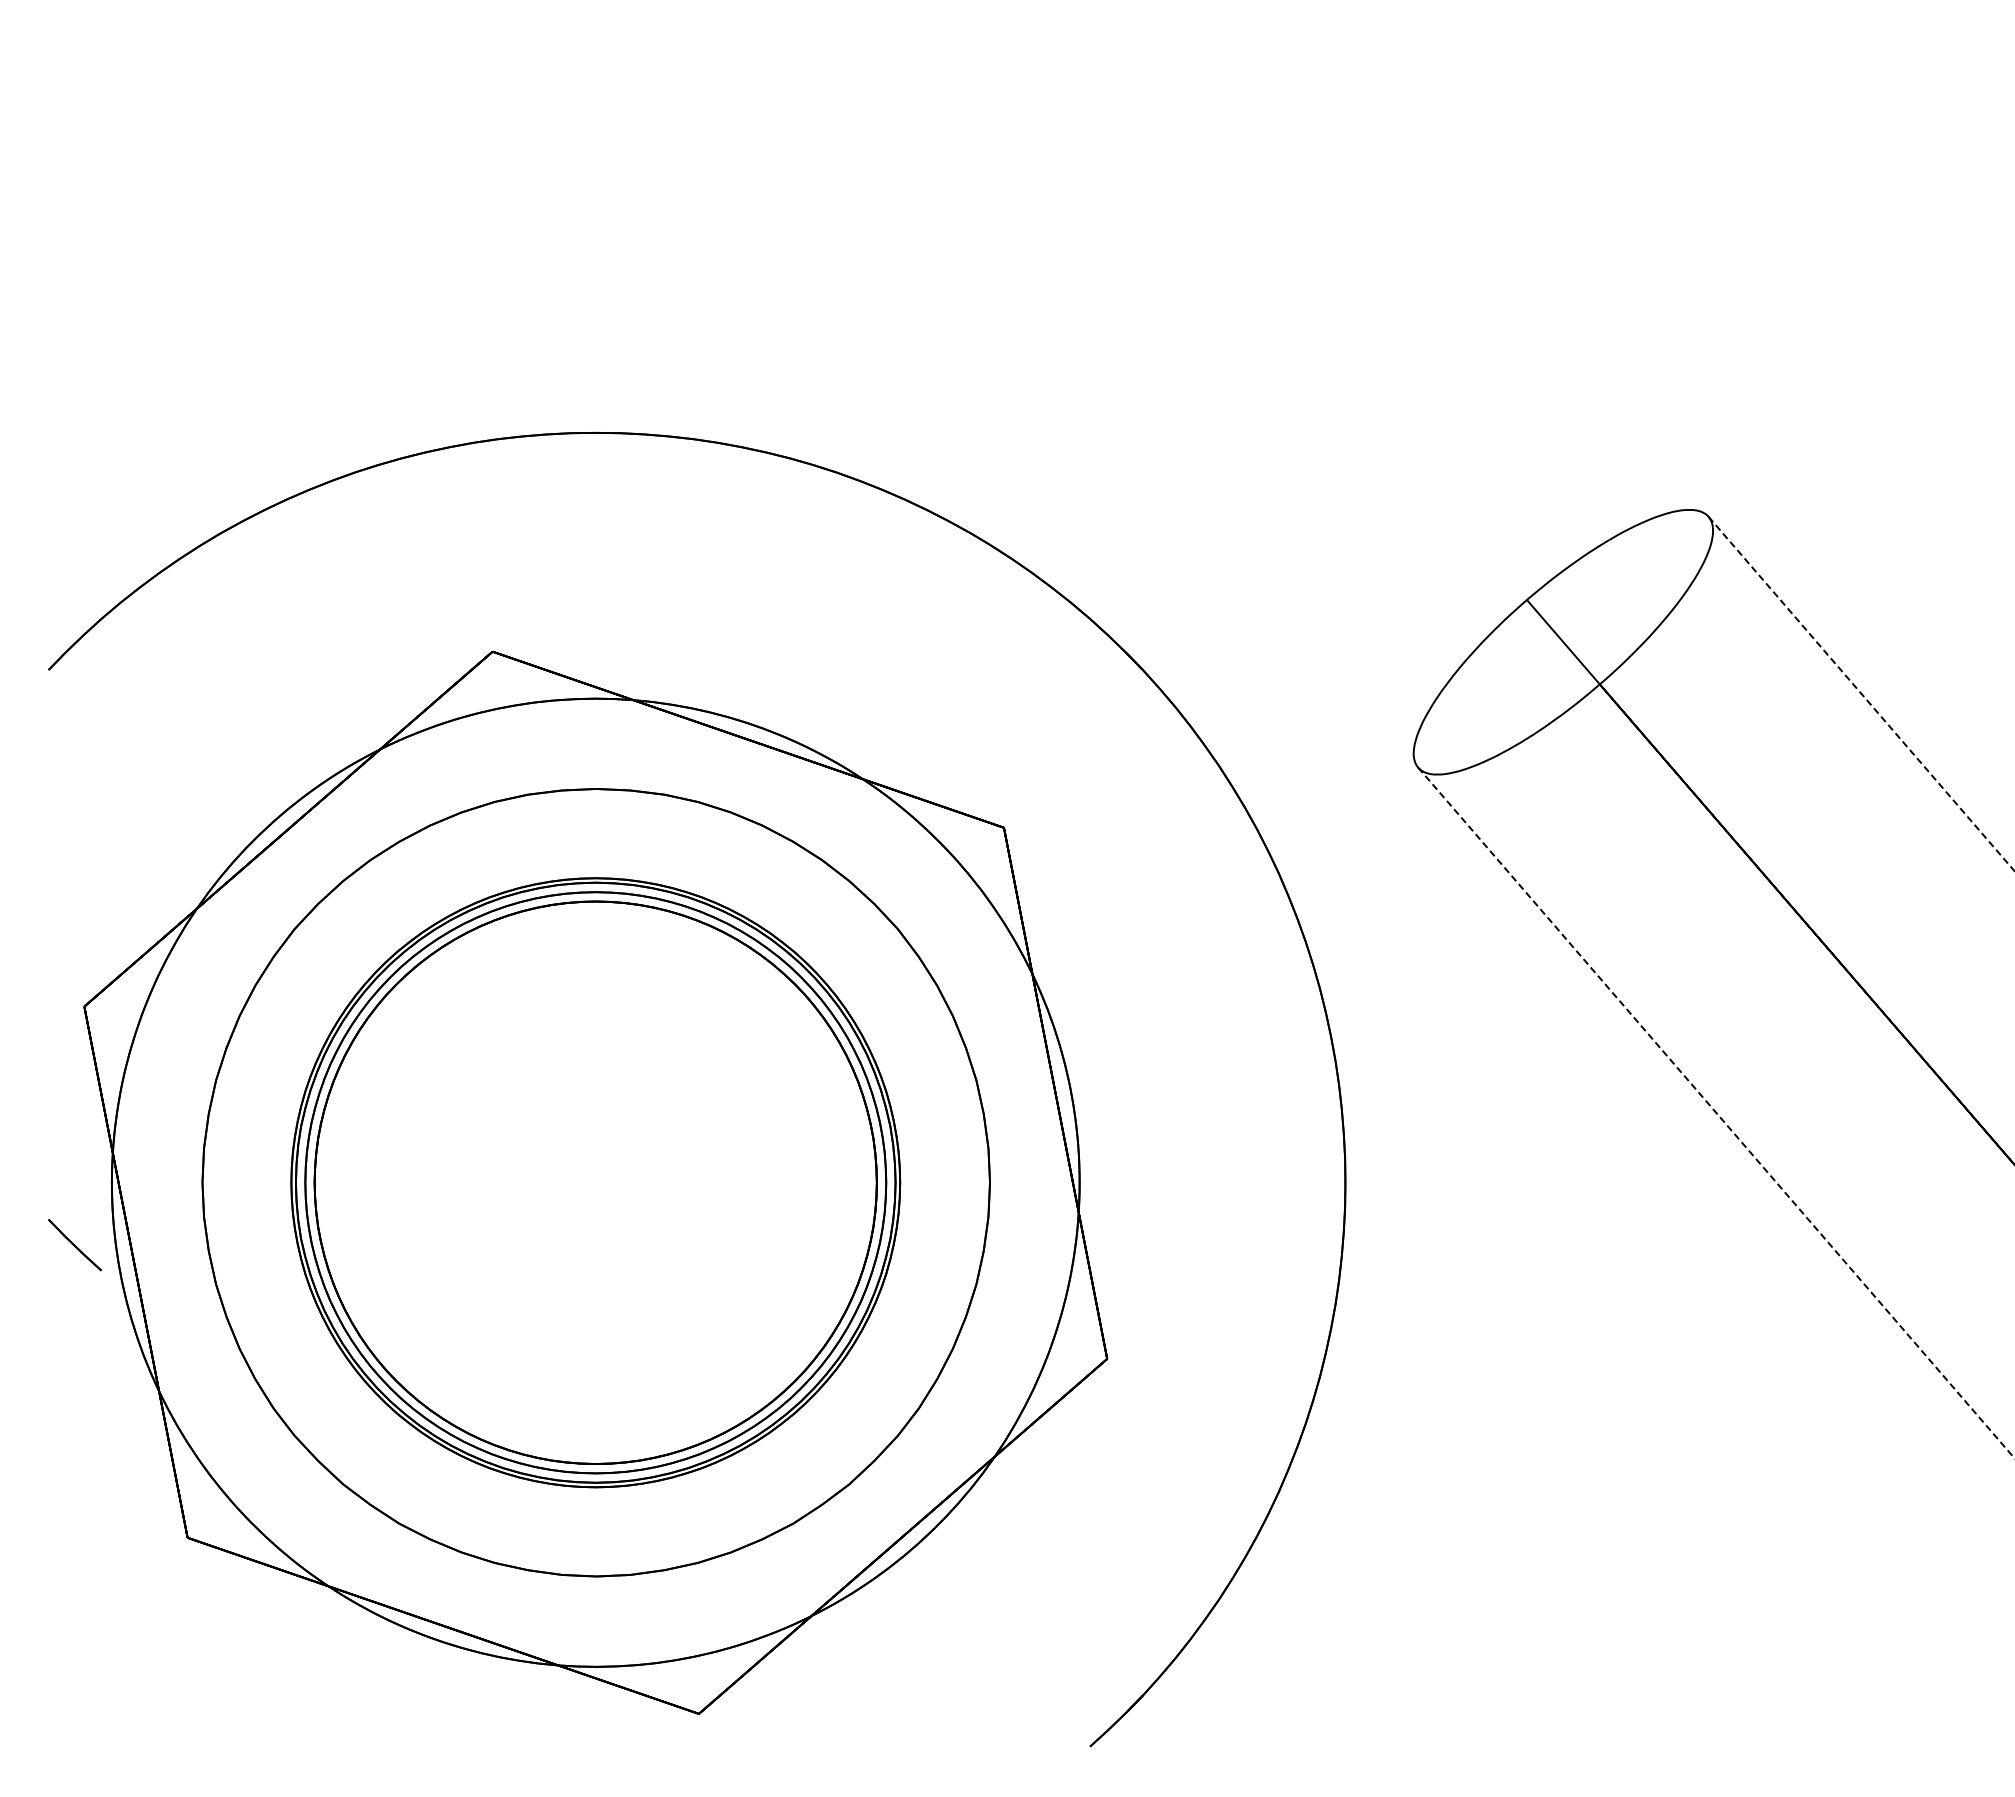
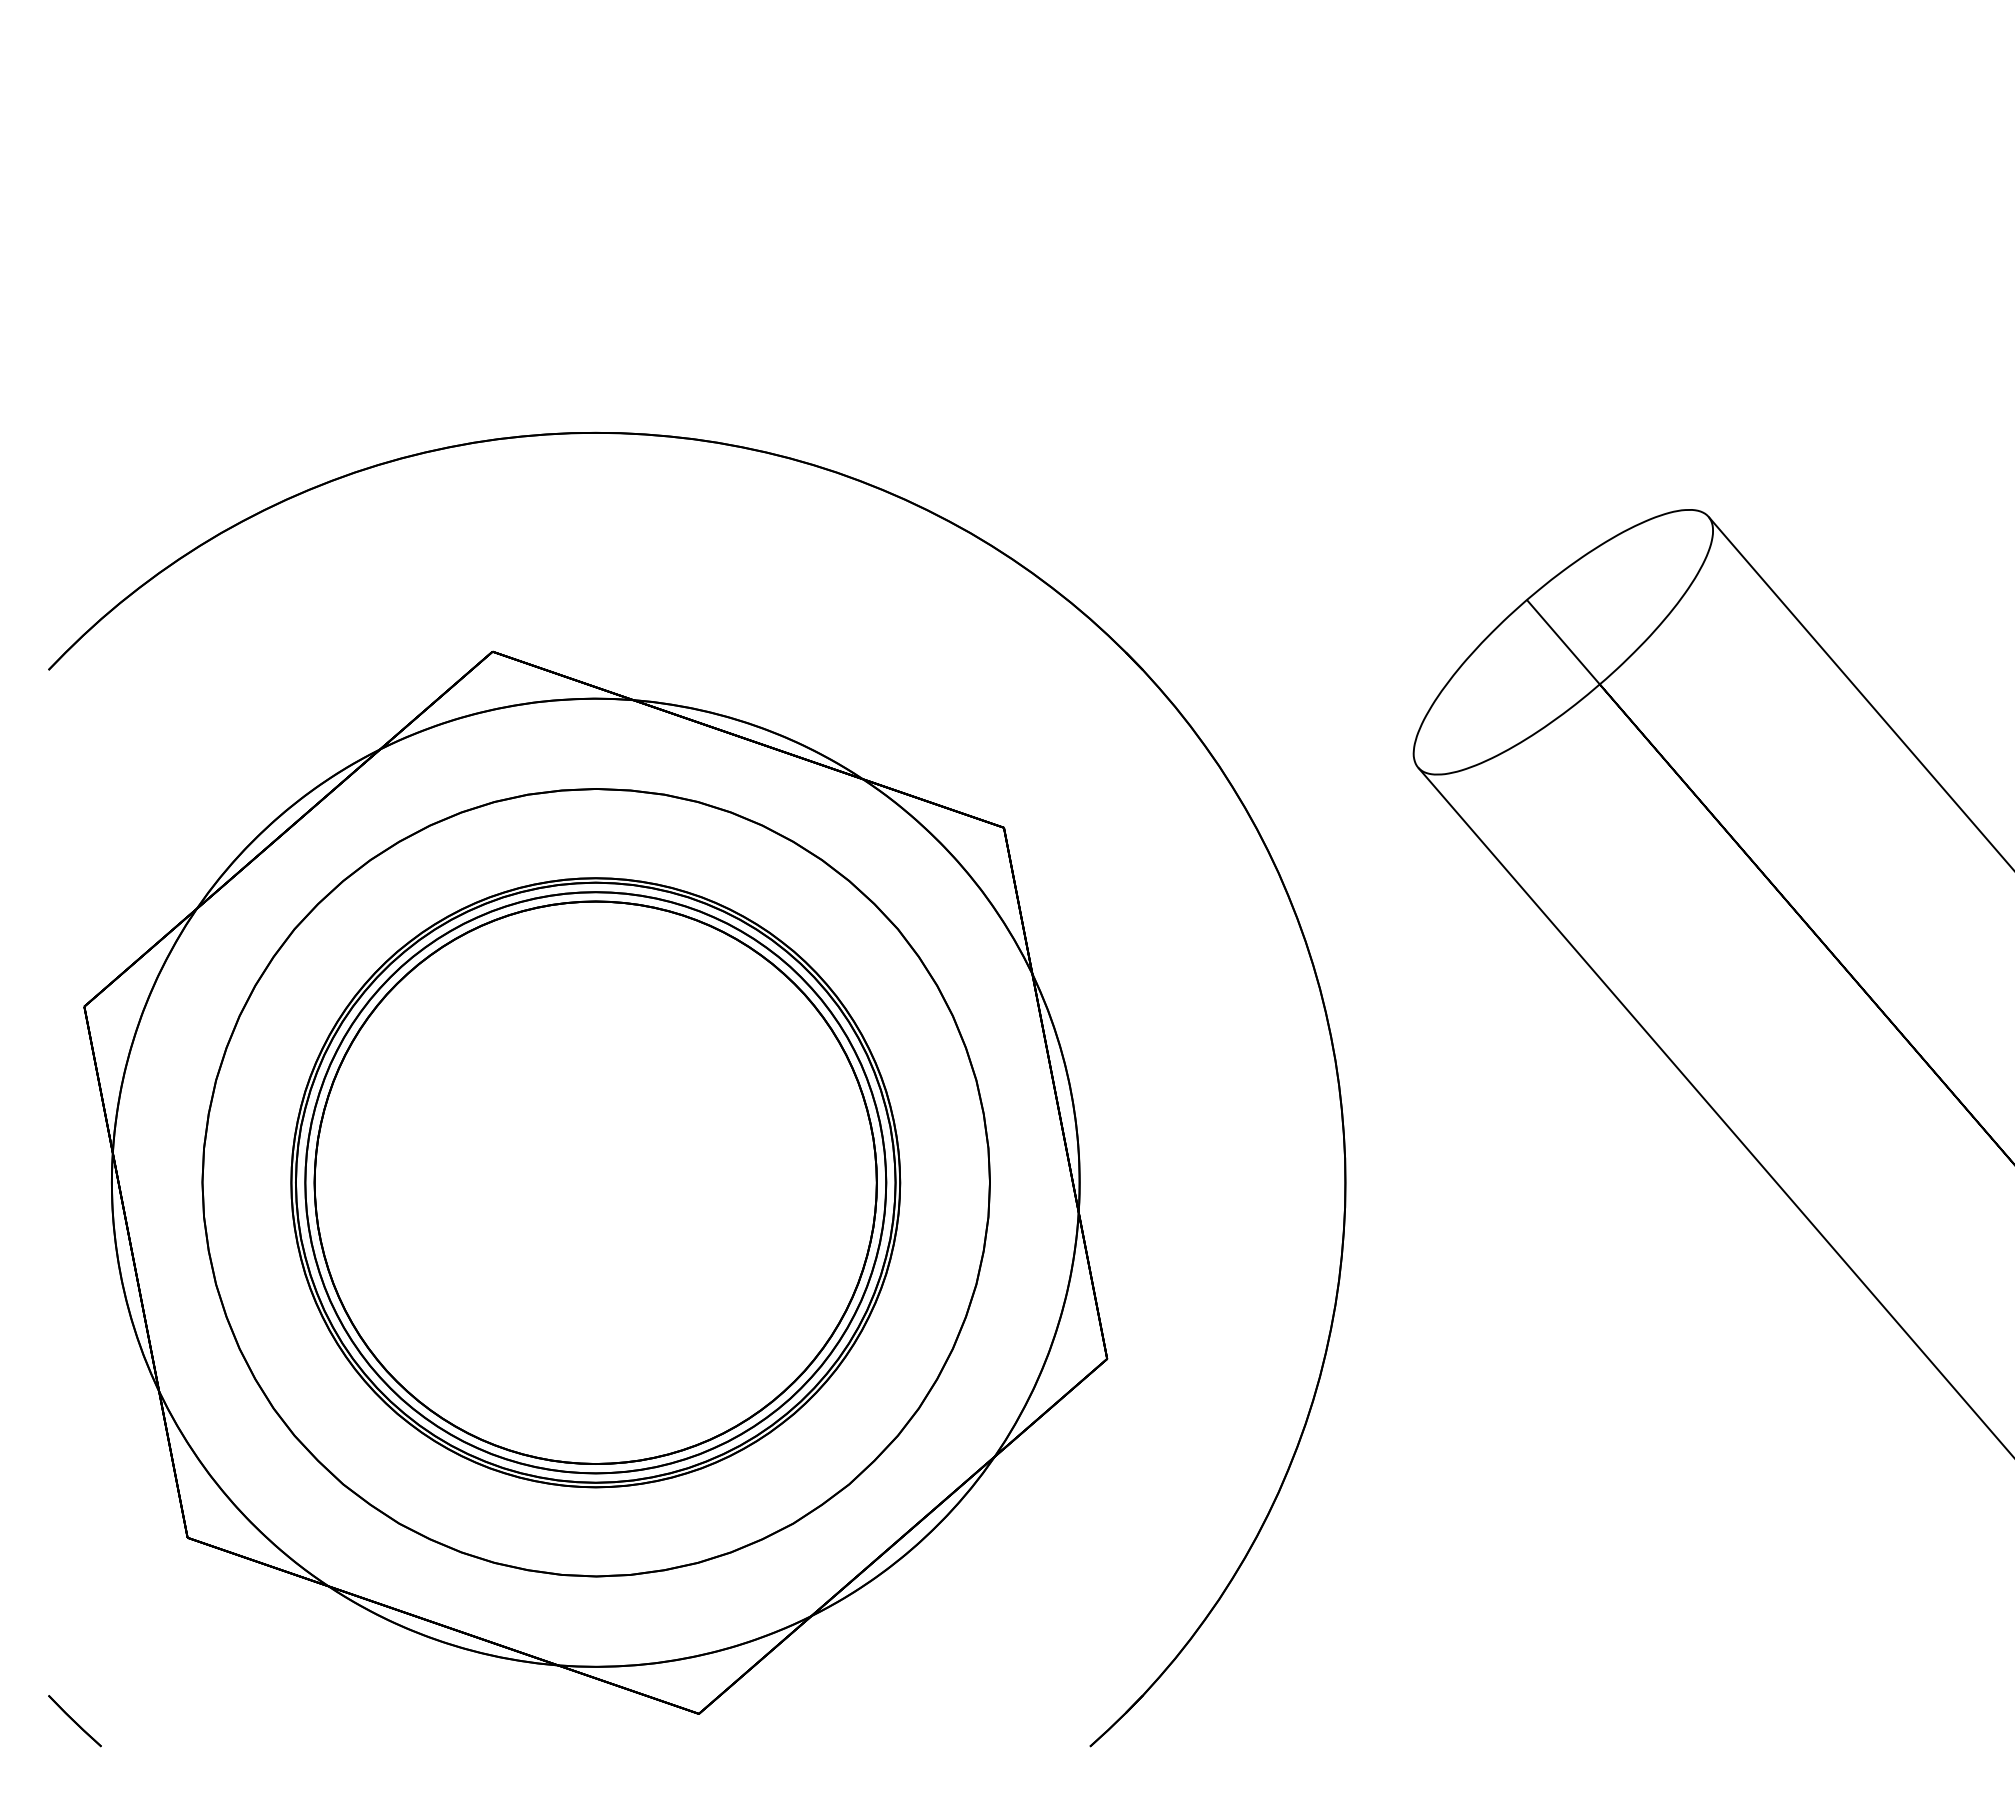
line at (1862, 694): dashed -> solid
line at (1716, 1113): dashed -> solid
line at (74, 1245) position: (74, 1245) -> (74, 1721)
